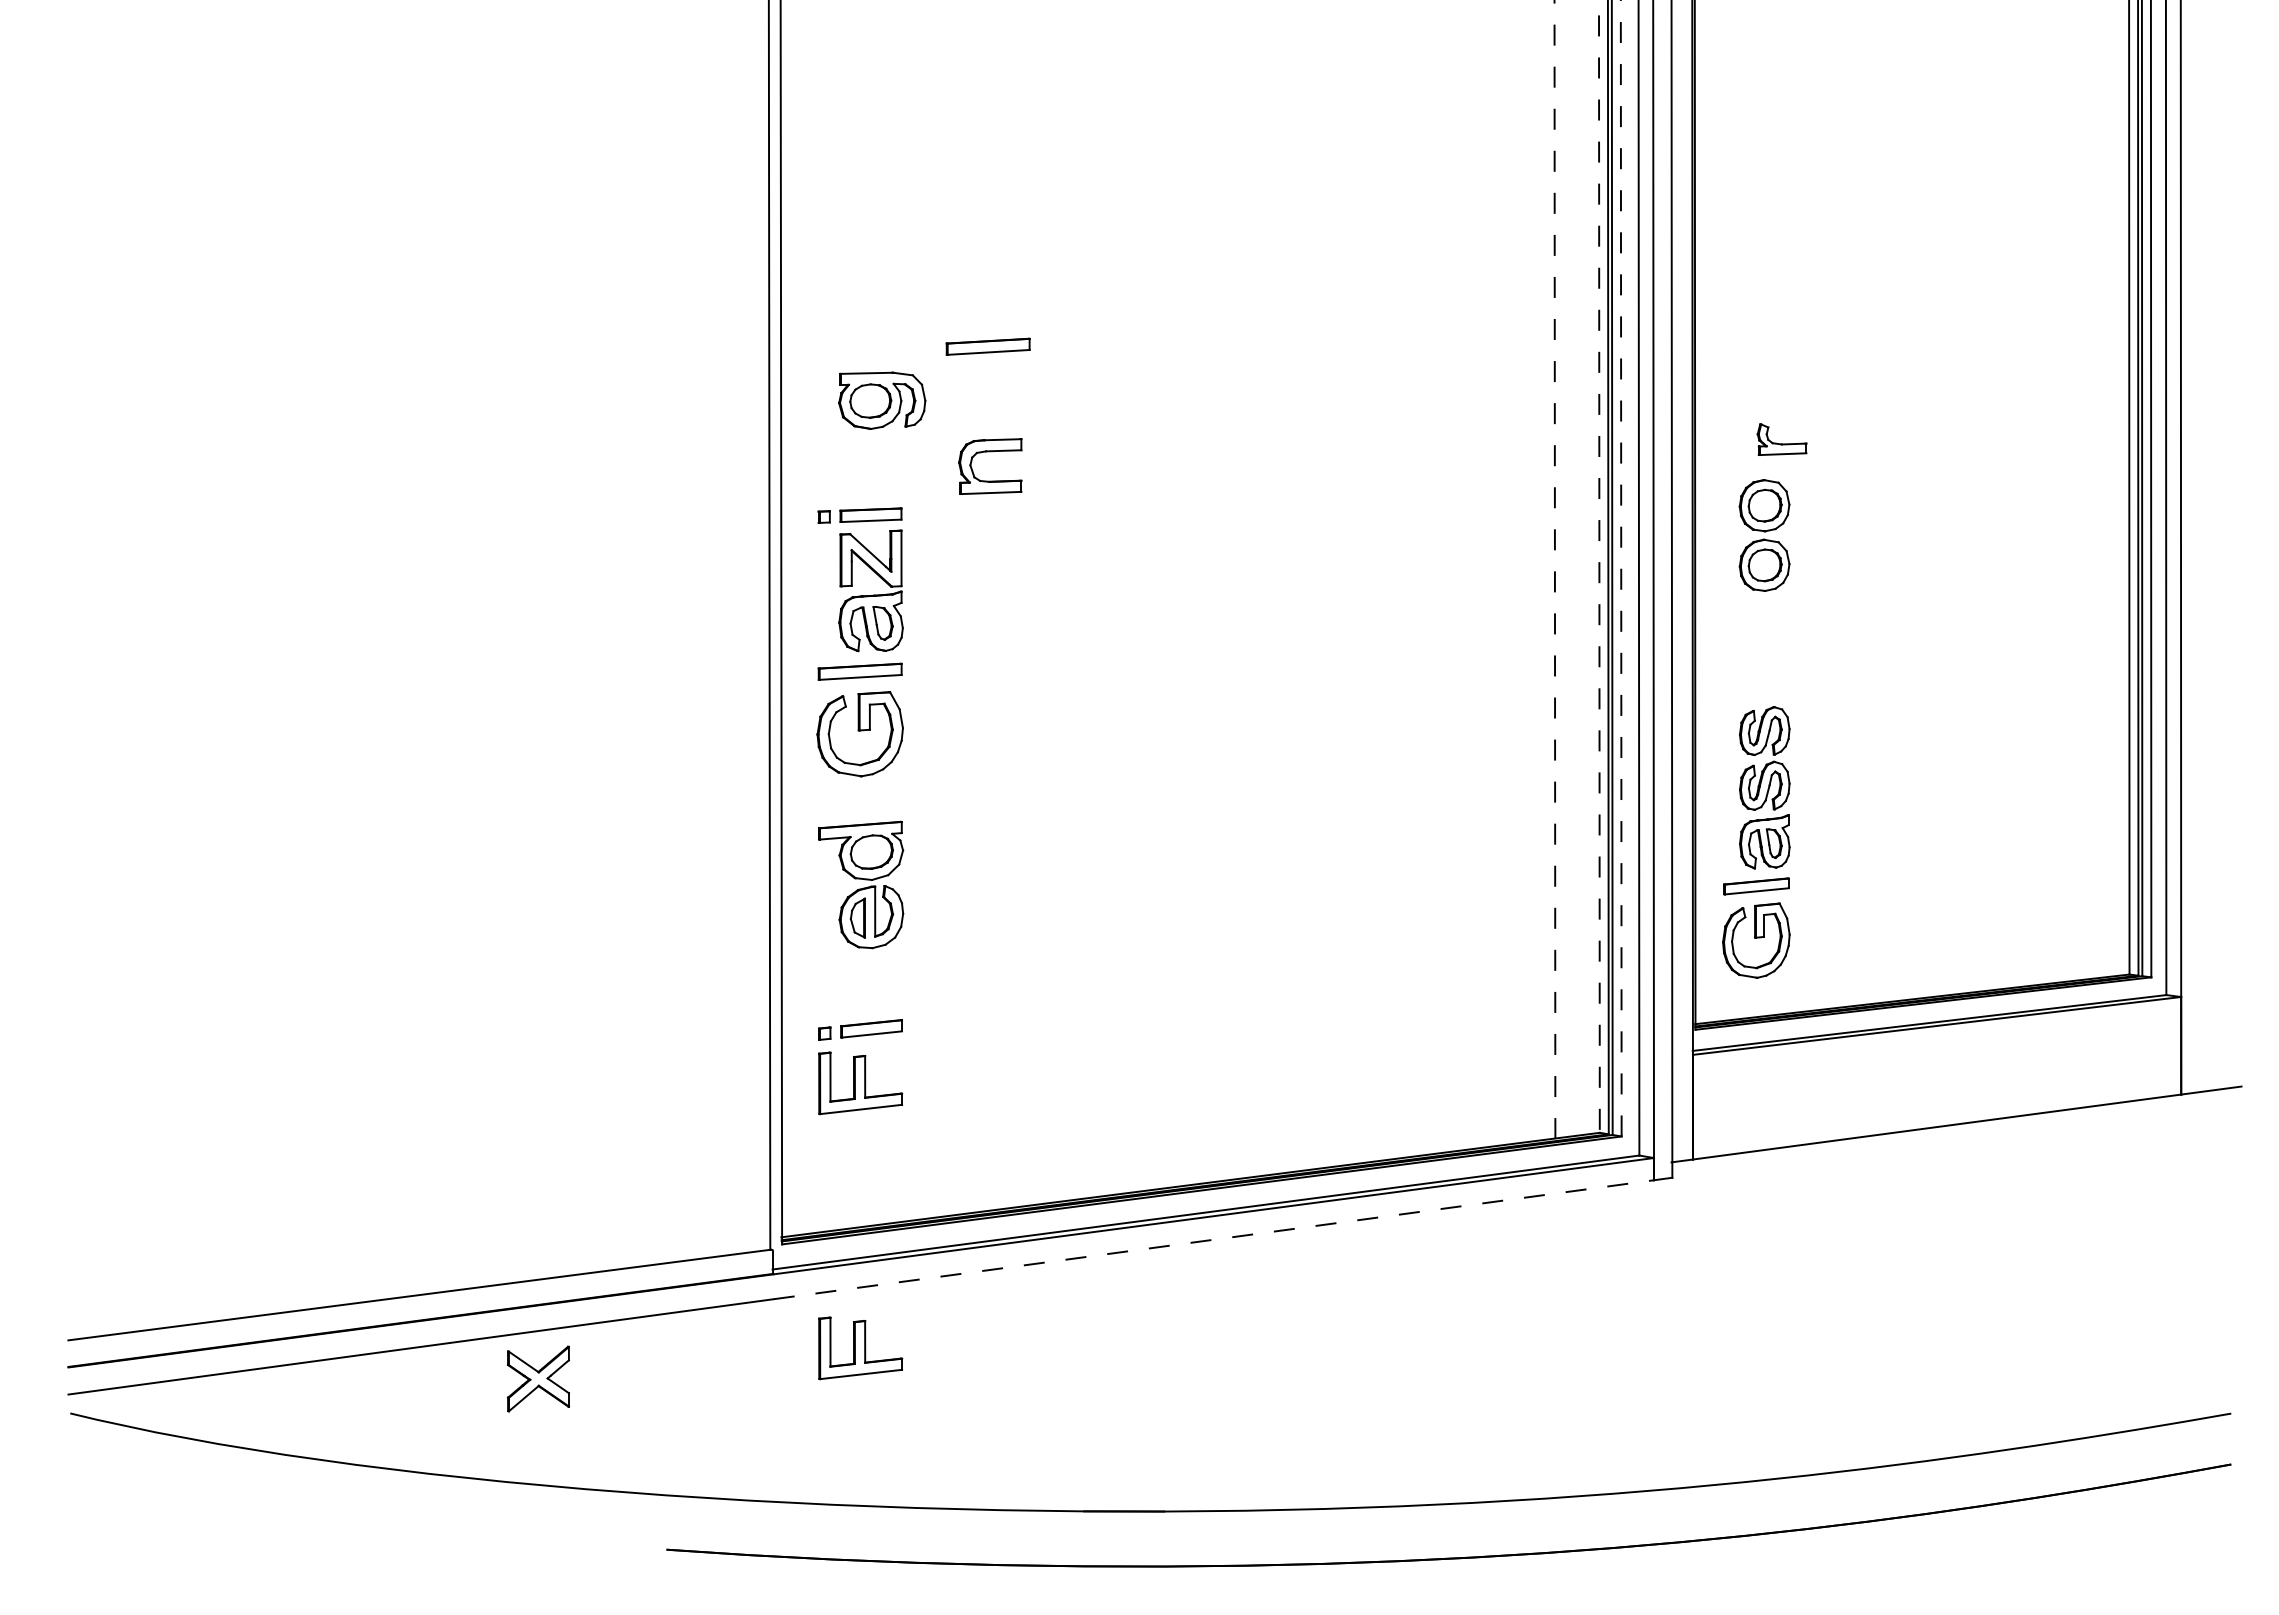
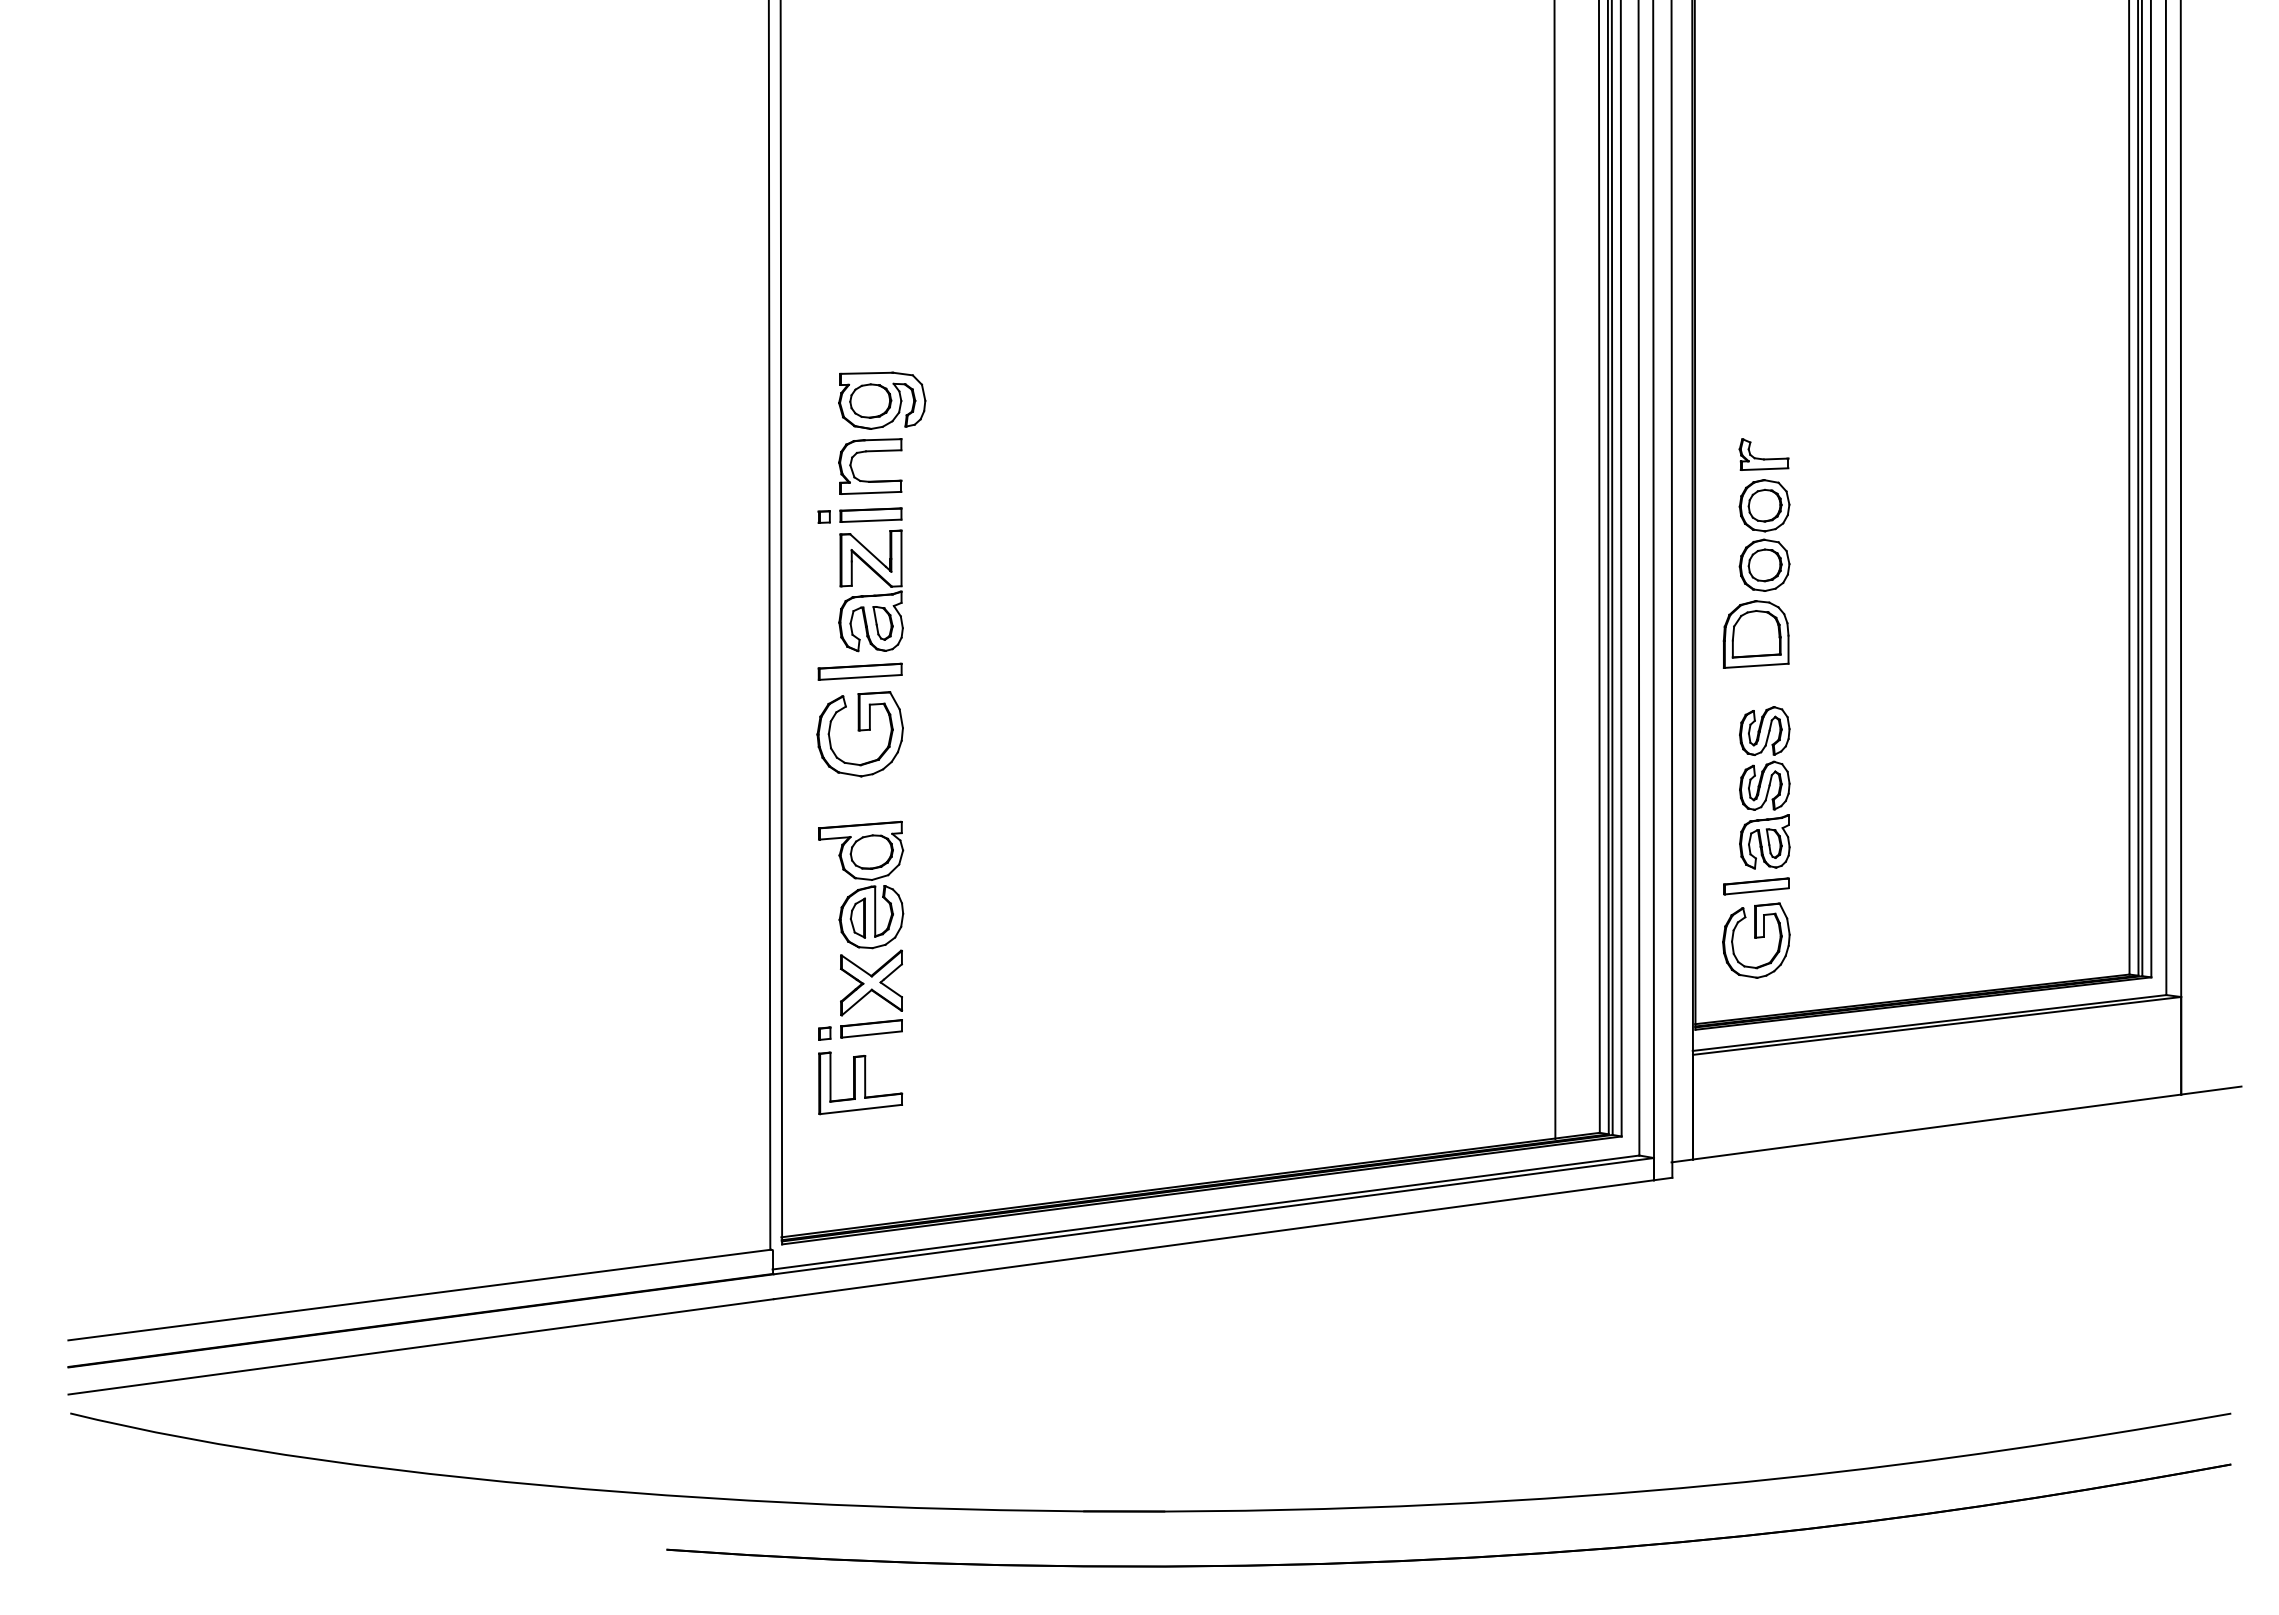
part at (987, 346): present -> none
part at (1781, 439) position: (1781, 439) -> (1763, 454)
part at (990, 452) position: (990, 452) -> (870, 452)
line at (1599, 566): dashed -> solid
line at (1621, 568): dashed -> solid
line at (1554, 569): dashed -> solid
part at (1755, 634): none -> present
line at (1214, 1239): dashed -> solid
part at (860, 1348): present -> none
part at (538, 1378) position: (538, 1378) -> (871, 982)
